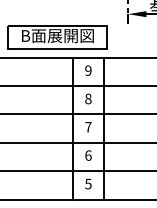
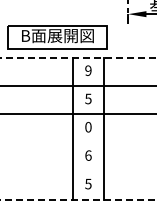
line at (78, 57): solid -> dashed
text at (88, 98): 8 -> 5
text at (88, 127): 7 -> 0
line at (77, 142): present -> none
line at (77, 171): present -> none
line at (78, 199): solid -> dashed
